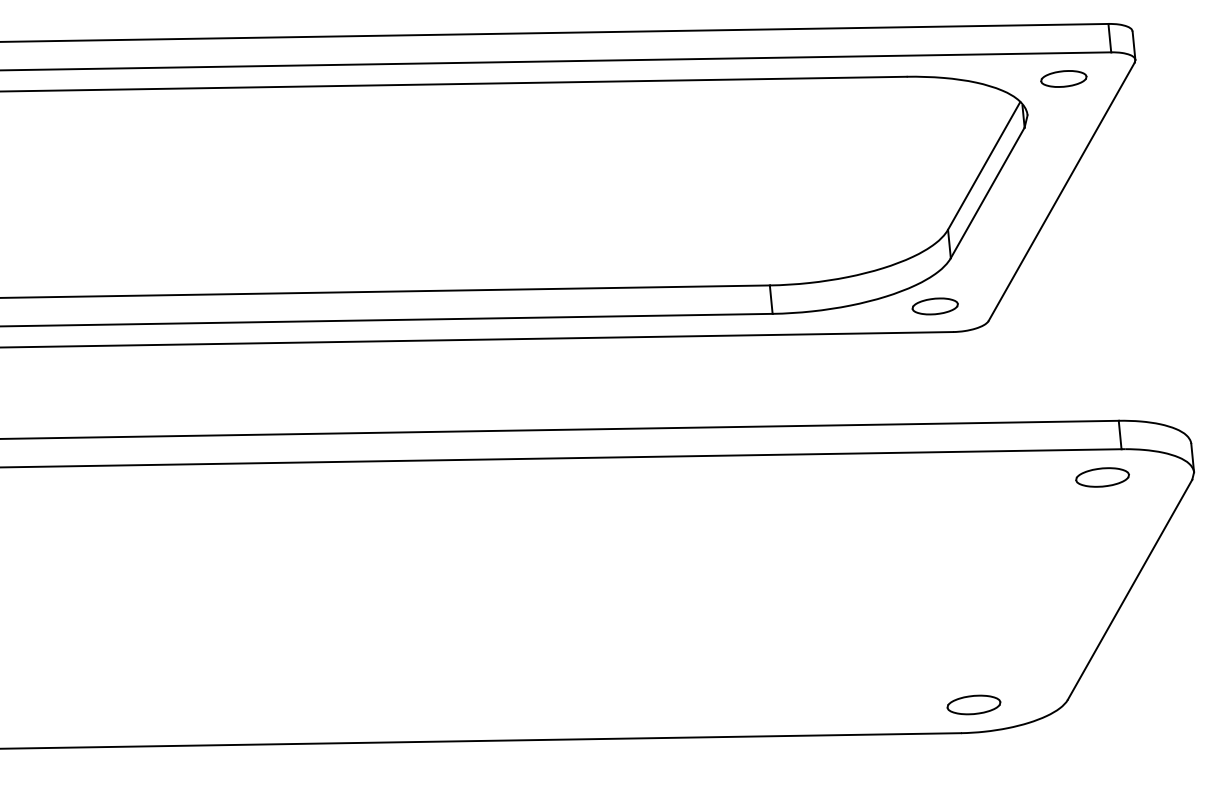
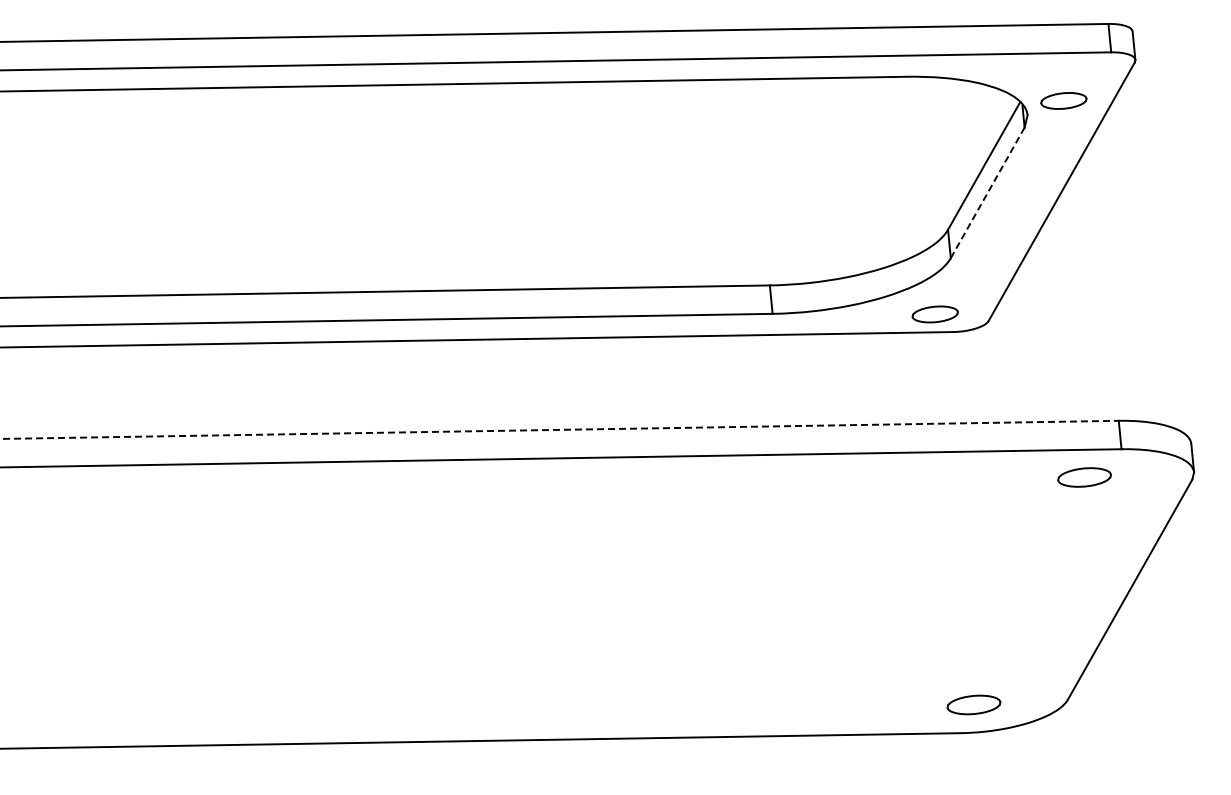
part at (1063, 78) position: (1063, 78) -> (1063, 100)
line at (987, 192): solid -> dashed
part at (934, 306) position: (934, 306) -> (934, 314)
line at (559, 429): solid -> dashed
part at (1102, 477) position: (1102, 477) -> (1084, 477)
